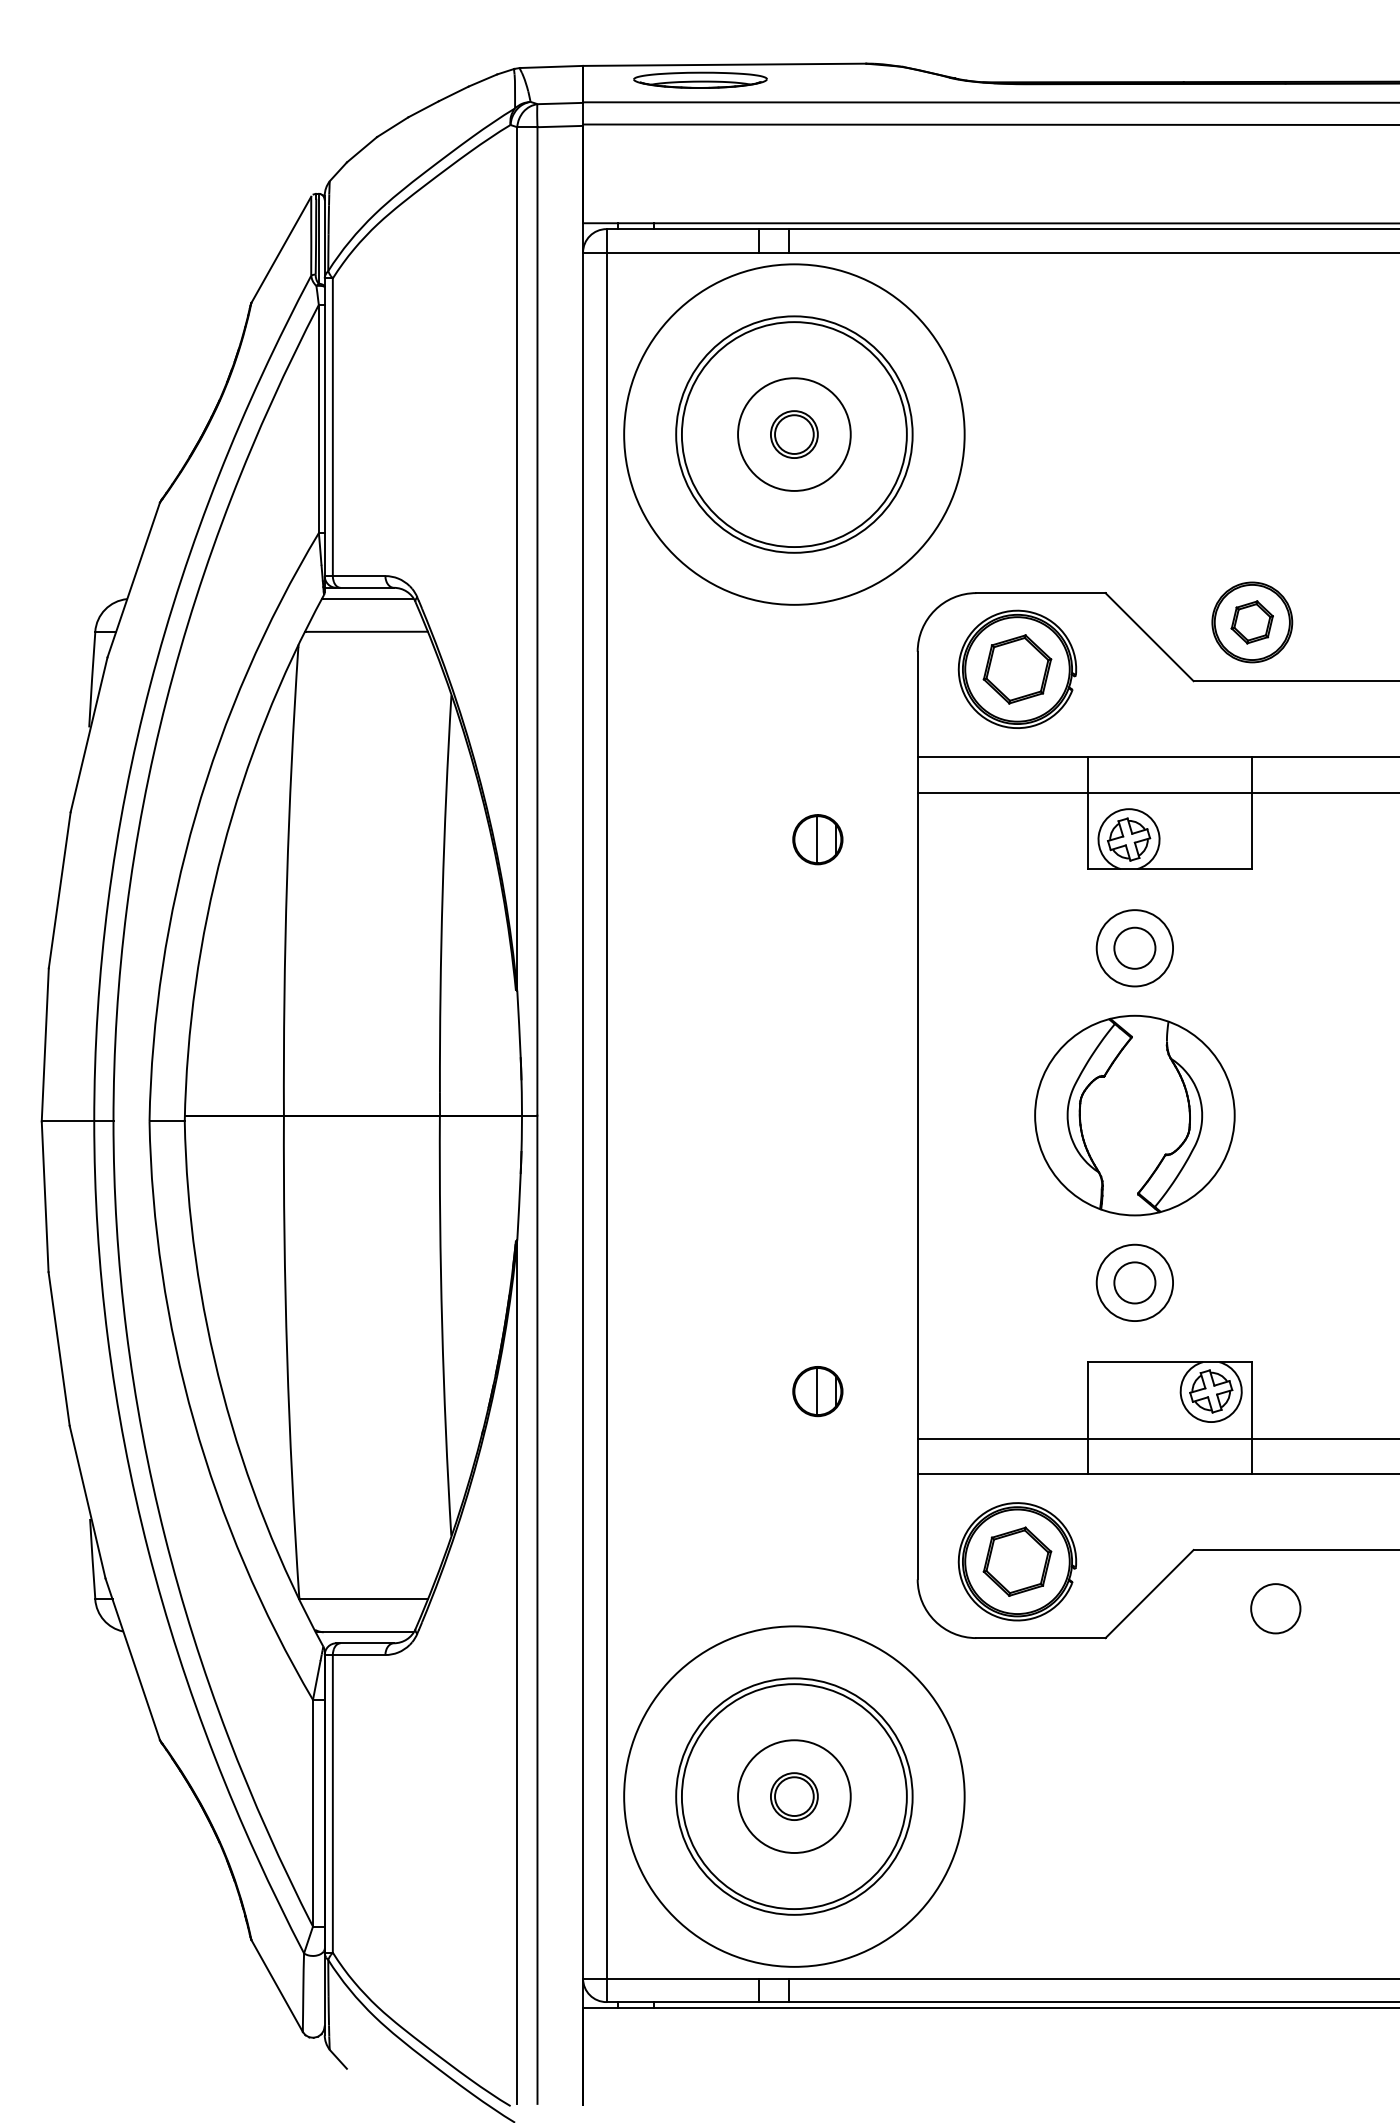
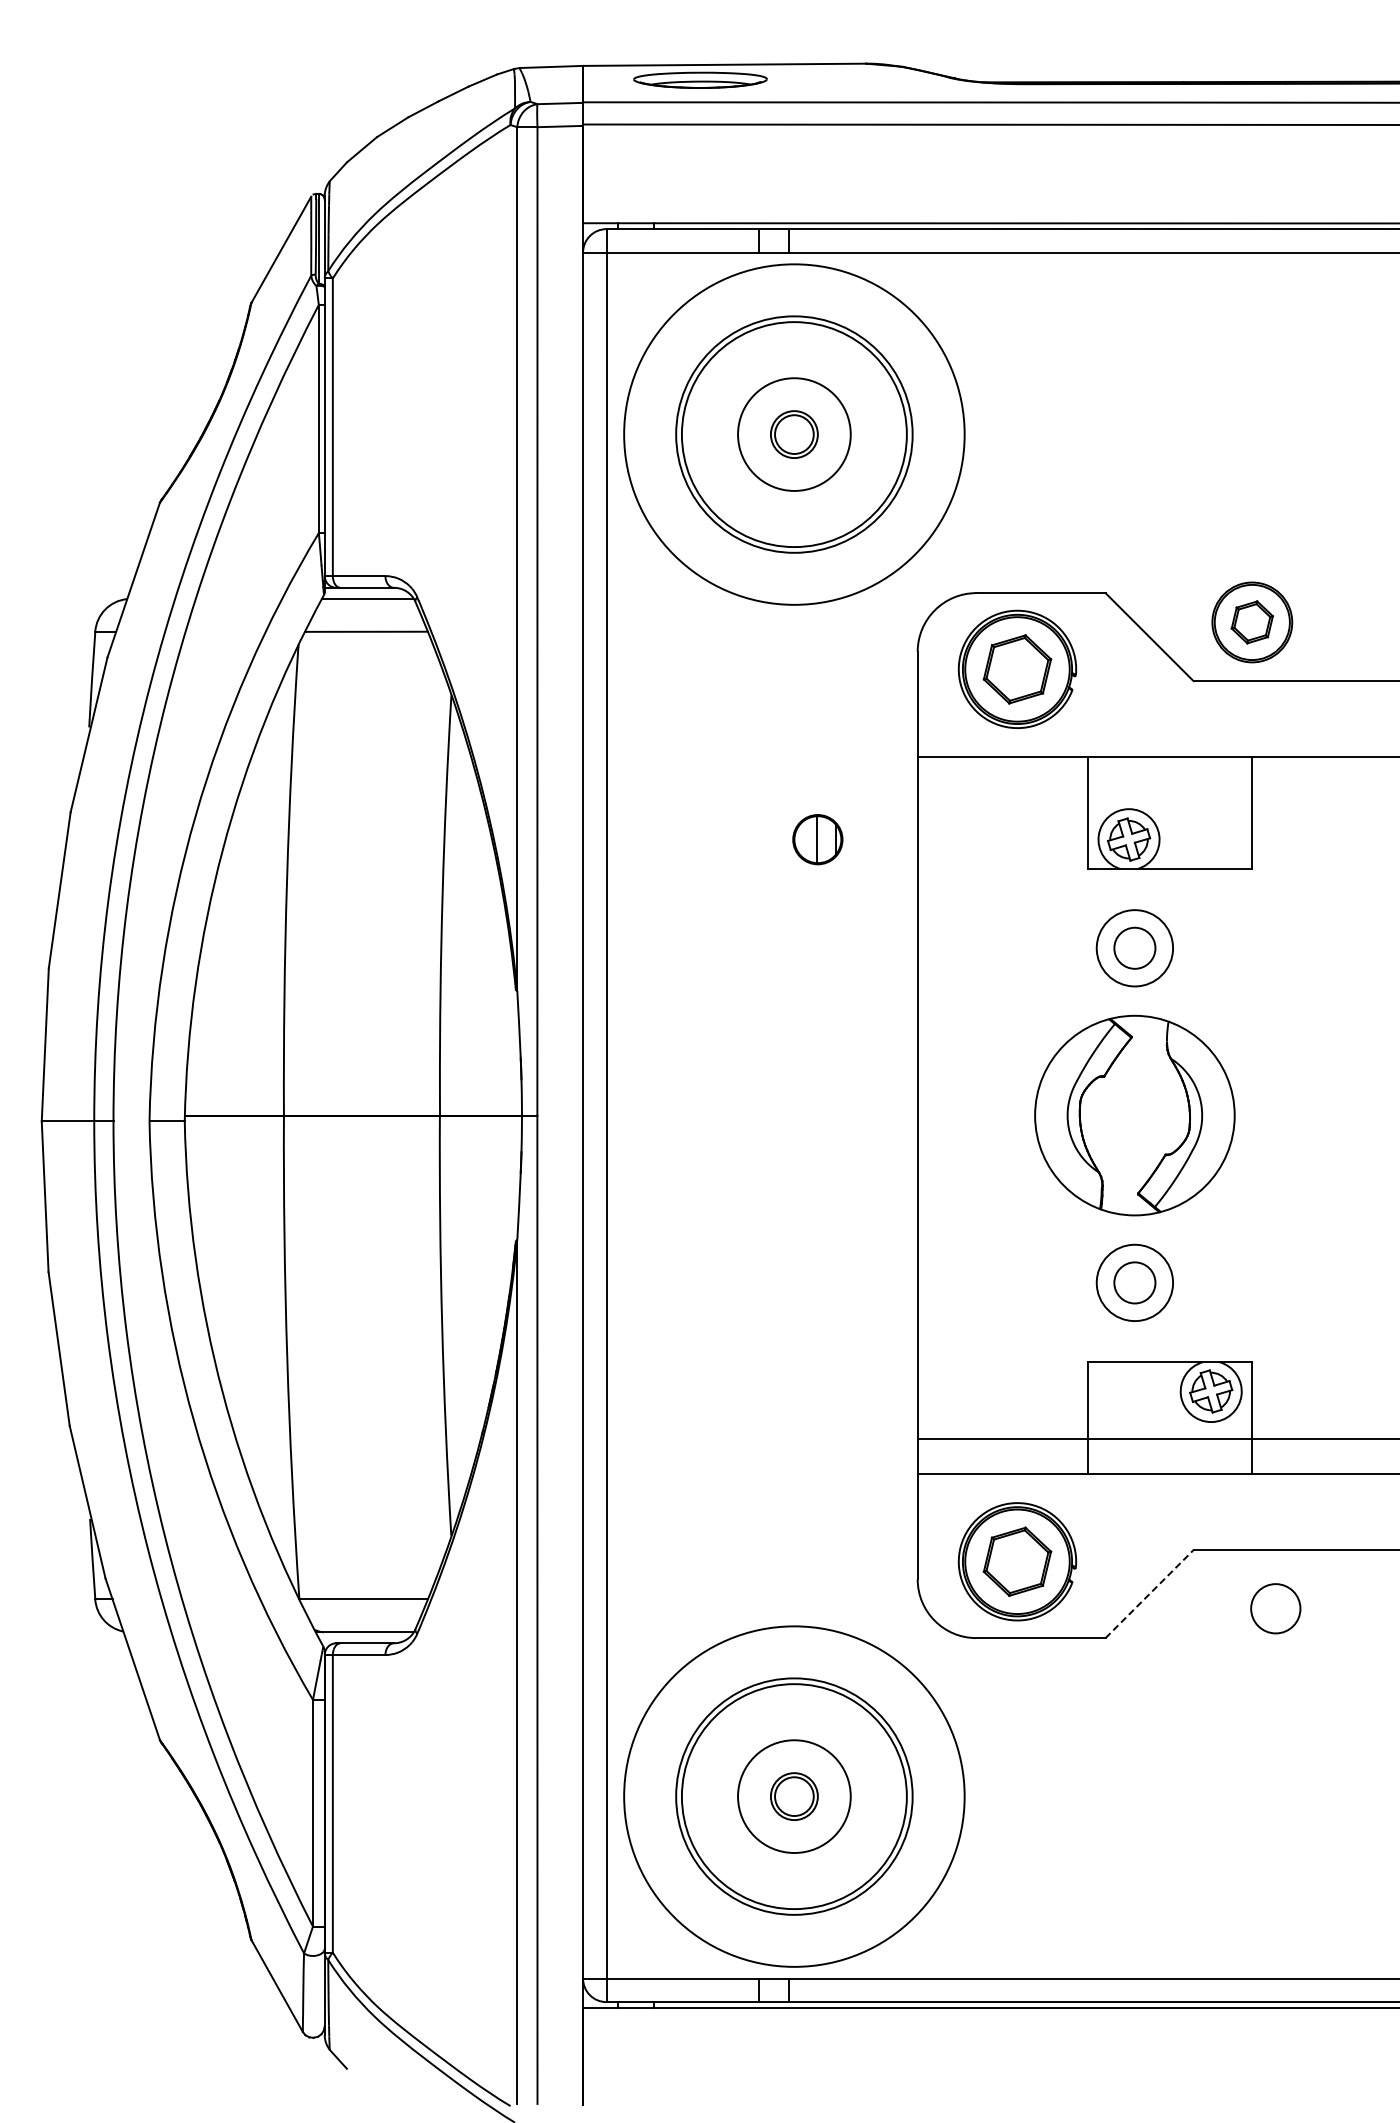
line at (1156, 792): present -> none
part at (817, 1391): present -> none
line at (1149, 1593): solid -> dashed
